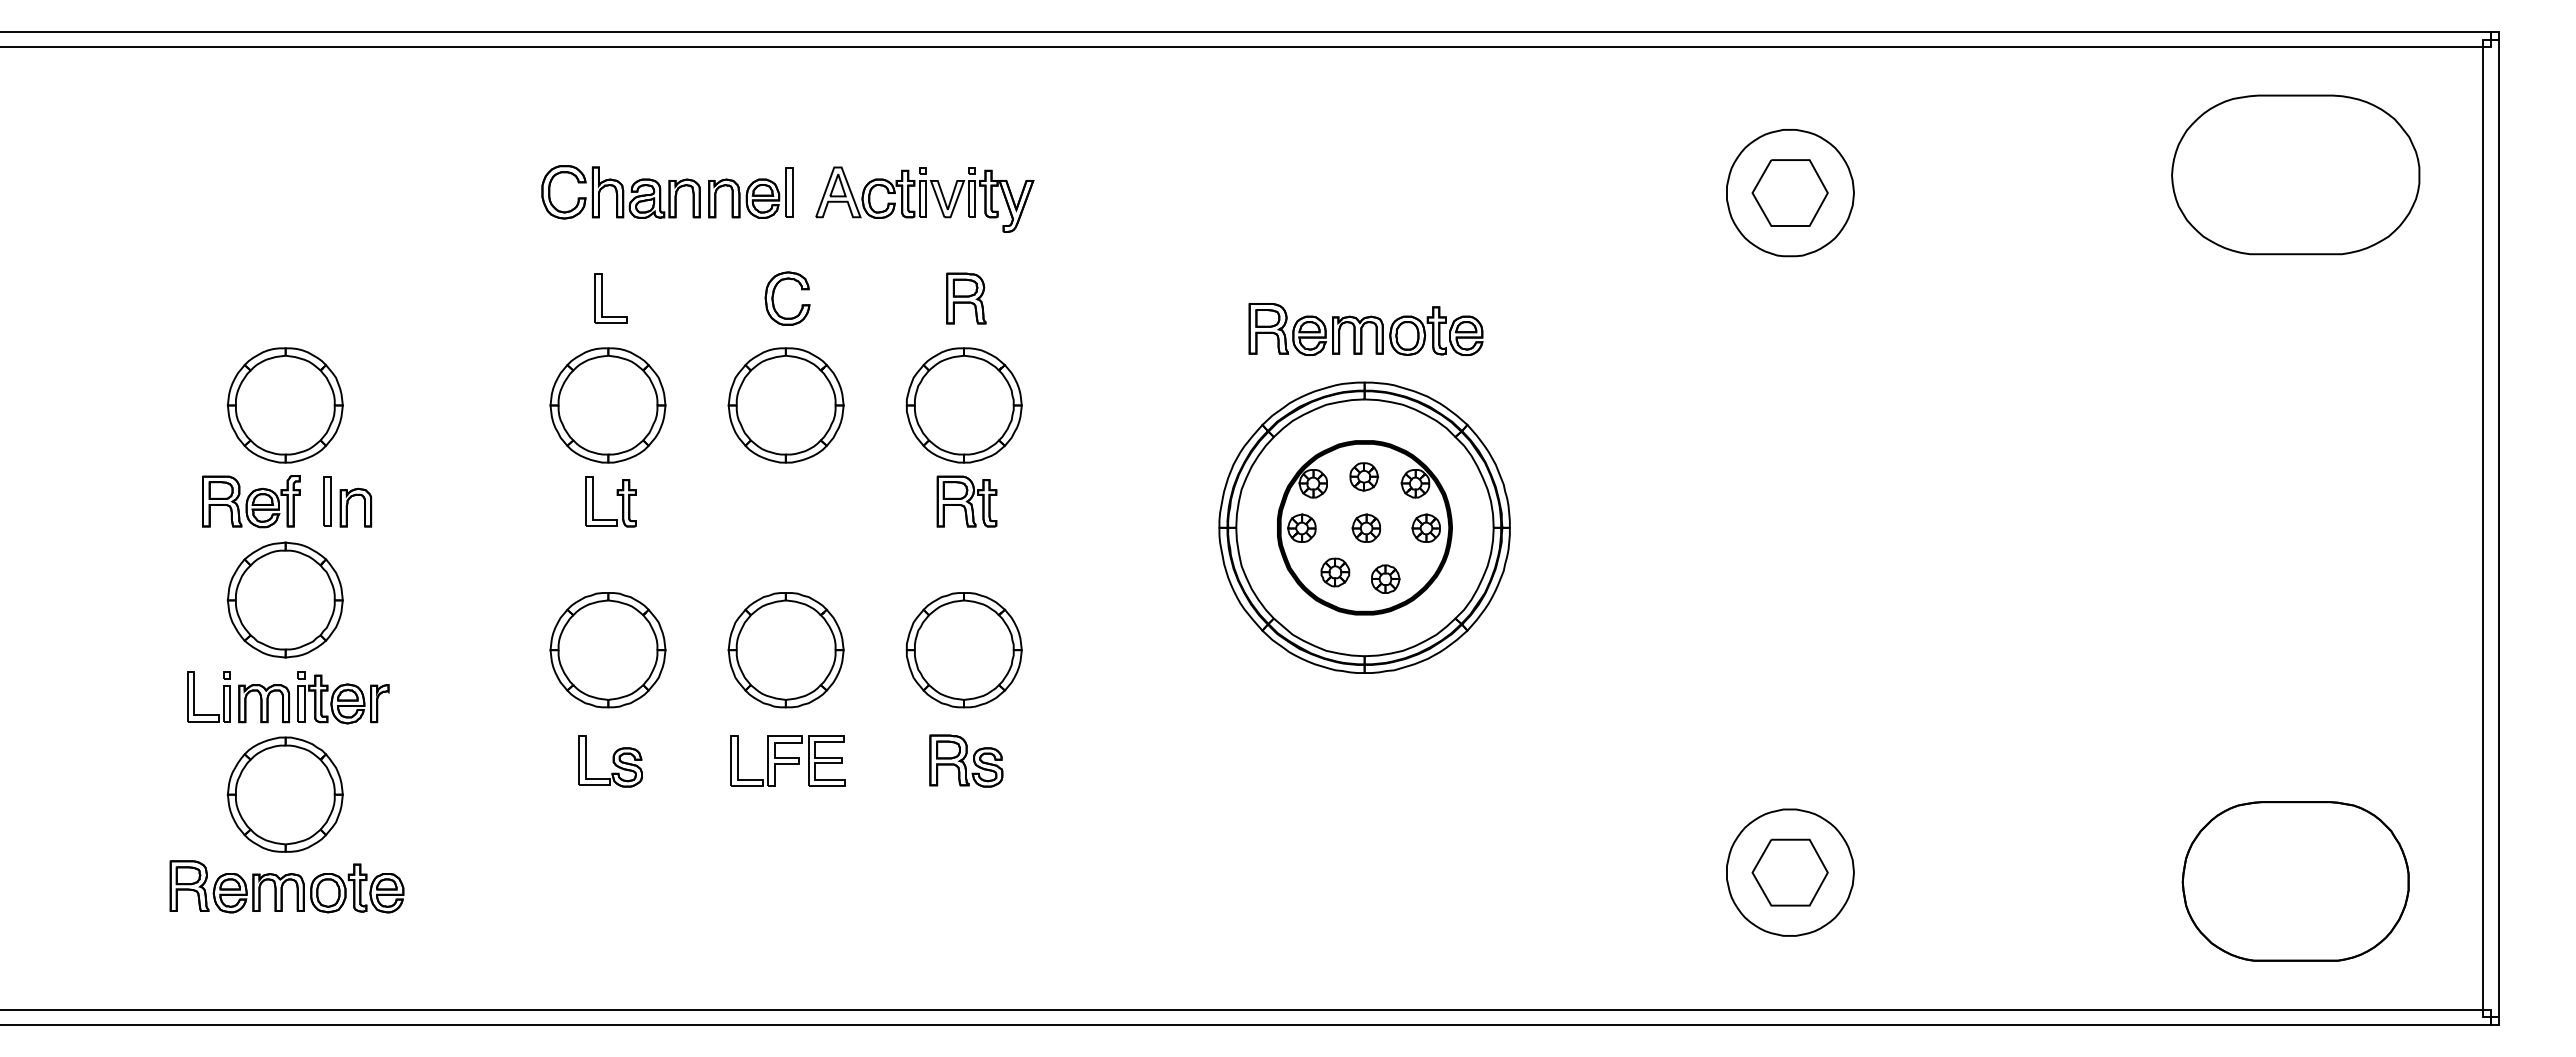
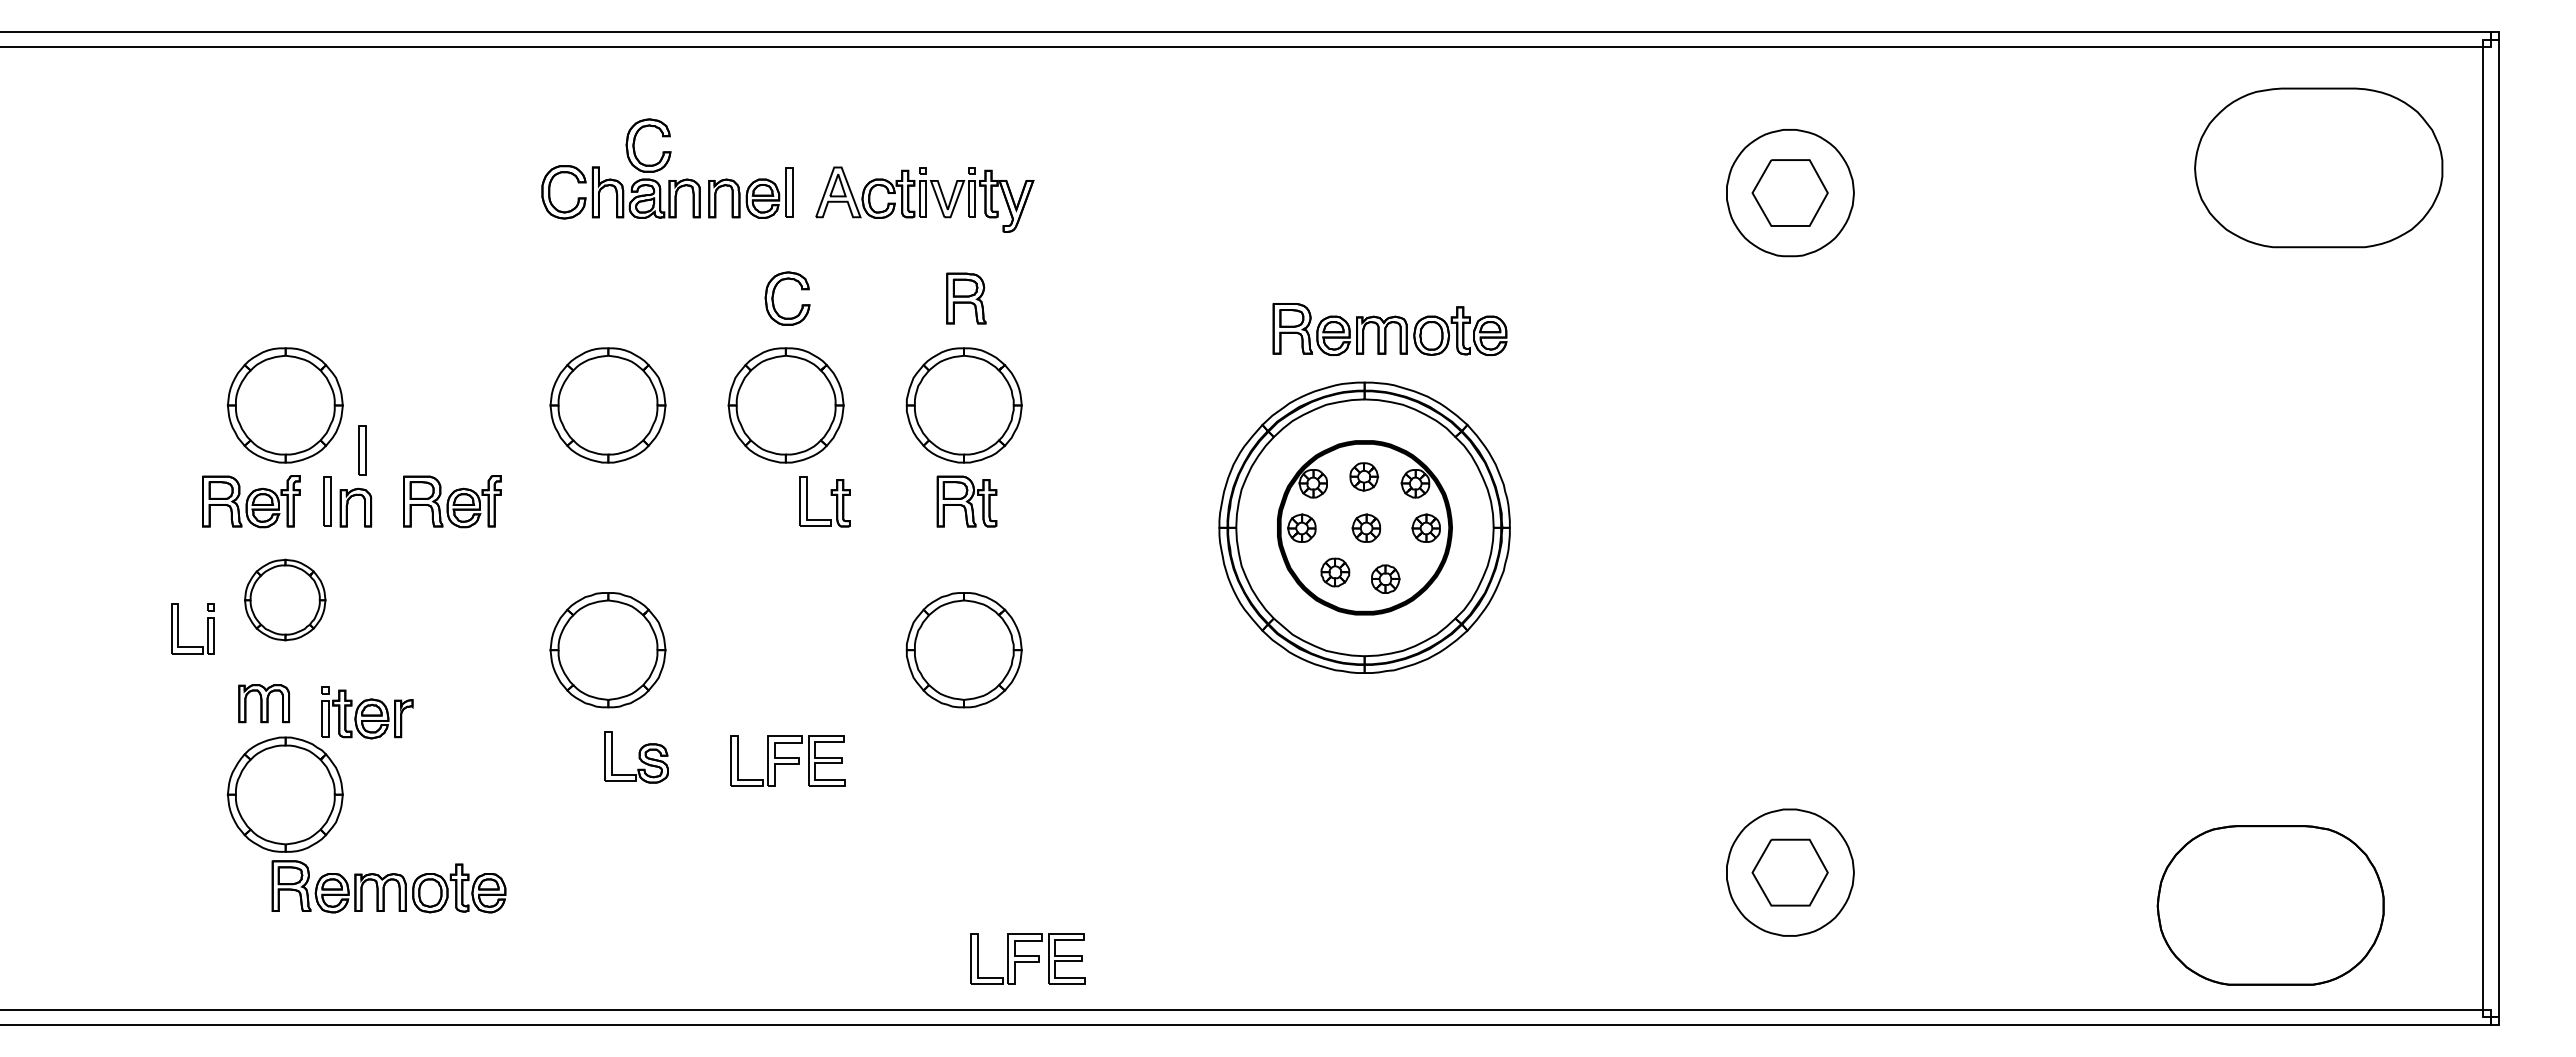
part at (635, 141): none -> present
part at (2295, 174) position: (2295, 174) -> (2318, 167)
part at (602, 298): present -> none
part at (1365, 329) position: (1365, 329) -> (1389, 329)
part at (362, 450): none -> present
part at (616, 495) position: (616, 495) -> (830, 495)
part at (452, 501): none -> present
part at (284, 599) size: 118x118 px -> 83x84 px
part at (785, 650): present -> none
part at (194, 696) position: (194, 696) -> (178, 628)
part at (343, 697) position: (343, 697) -> (367, 712)
part at (966, 760): present -> none
part at (610, 761) position: (610, 761) -> (636, 757)
part at (2295, 881) position: (2295, 881) -> (2270, 905)
part at (286, 886) position: (286, 886) -> (388, 886)
part at (1027, 958): none -> present
